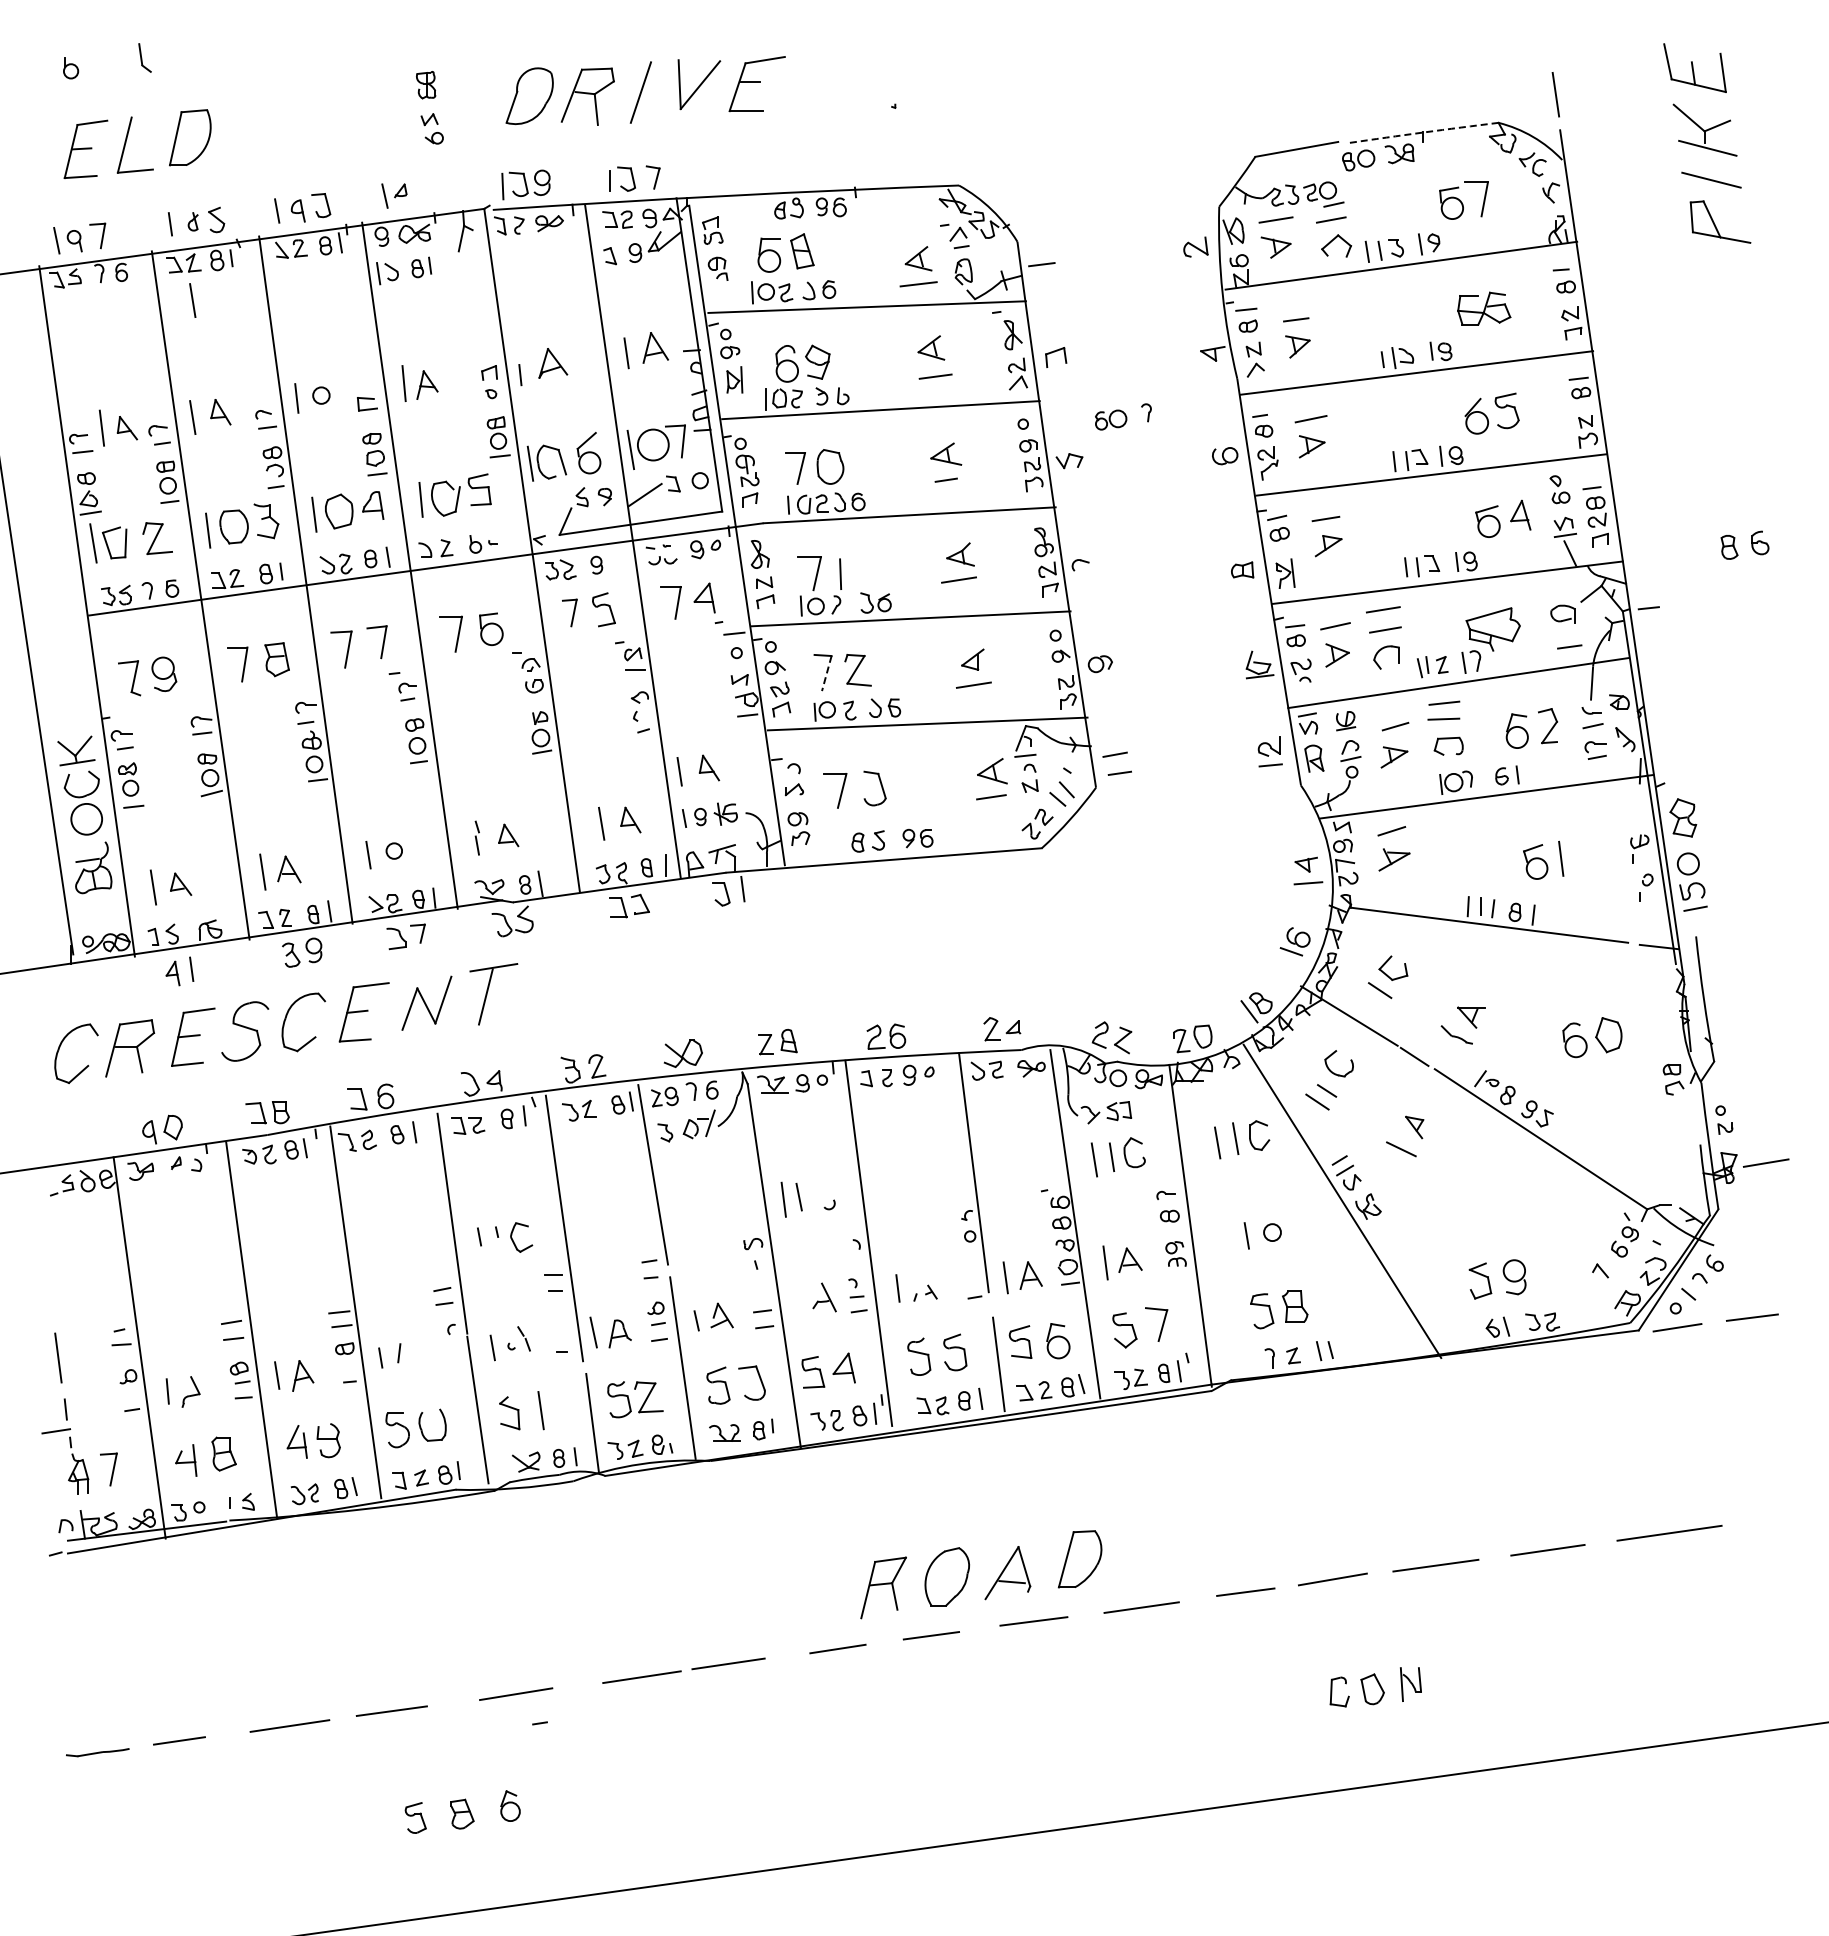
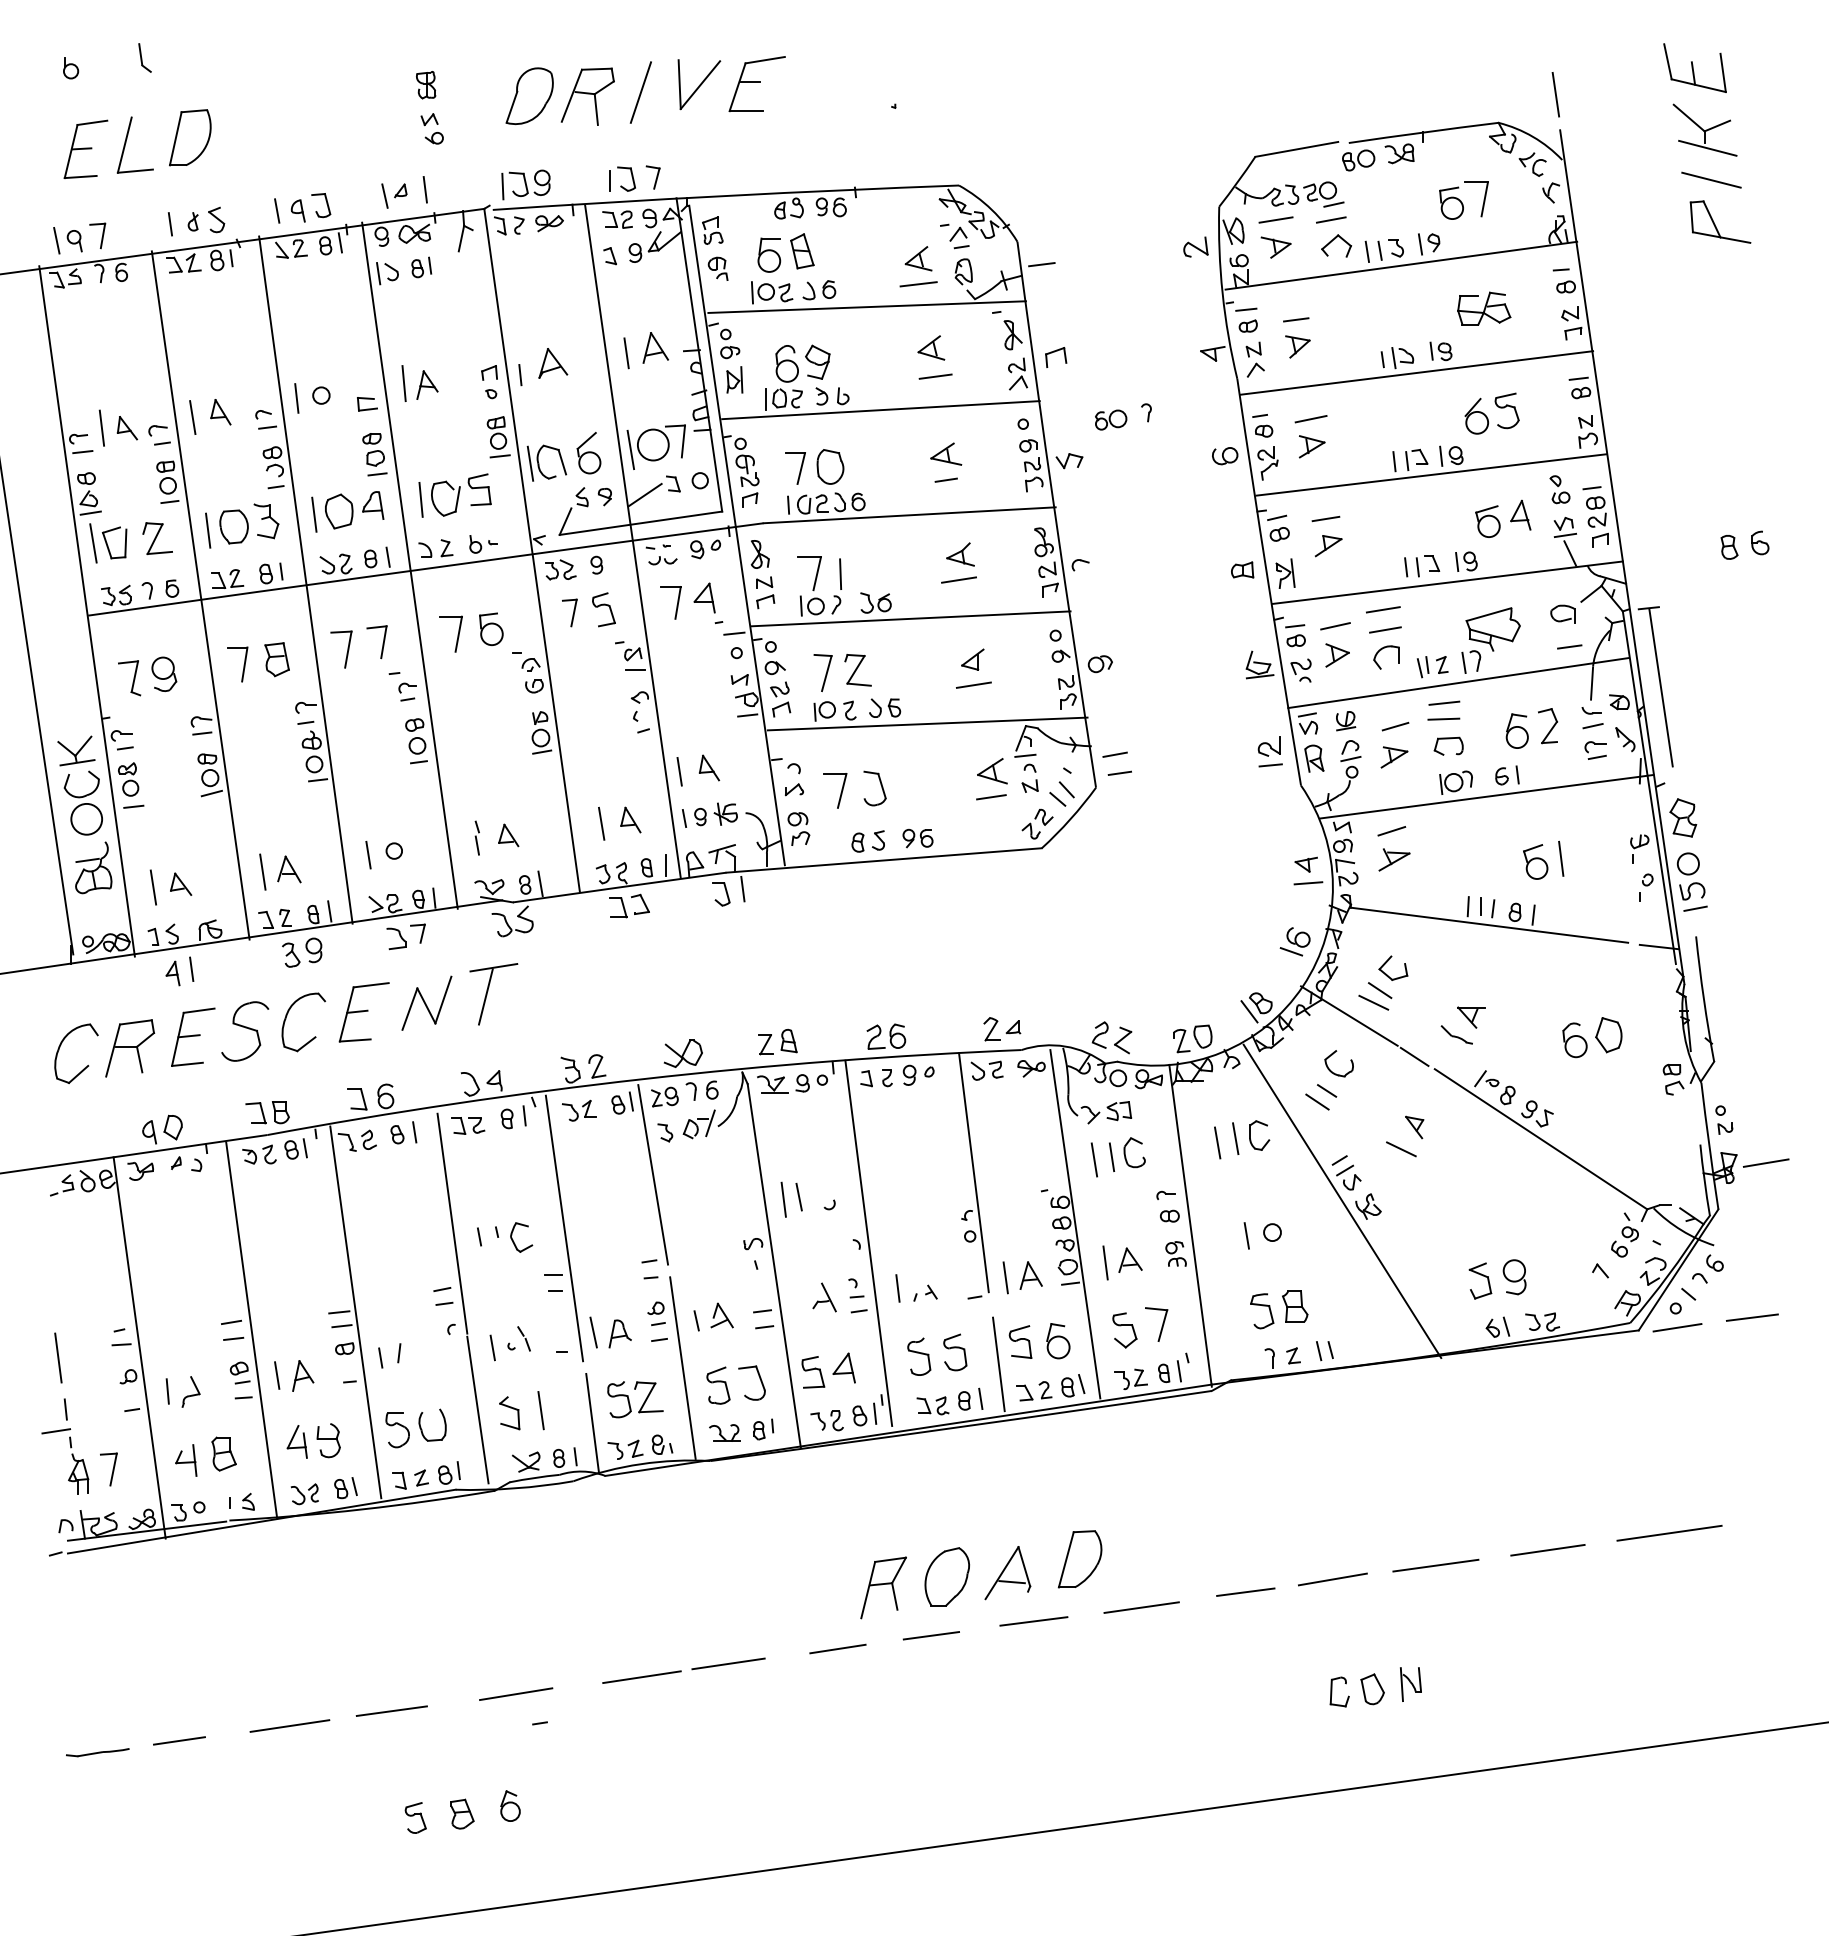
arc at (1423, 132): dashed -> solid
line at (424, 189): none -> present
line at (192, 300): present -> none
line at (826, 674): dashed -> solid
line at (1660, 687): none -> present
line at (1373, 1002): none -> present
